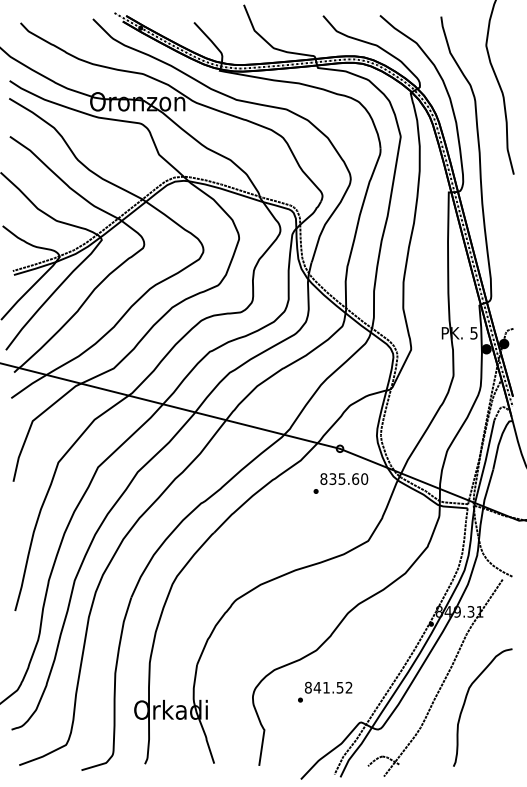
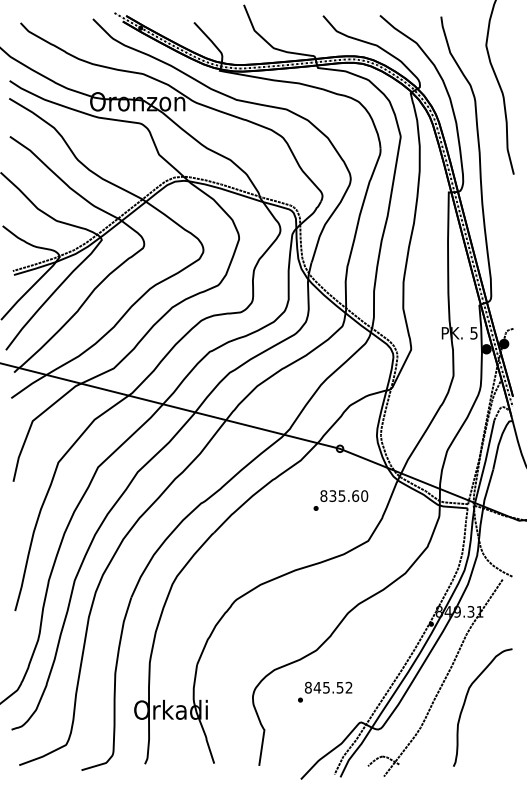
text at (340, 483) position: (340, 483) -> (340, 500)
text at (326, 687): 841.52 -> 845.52
